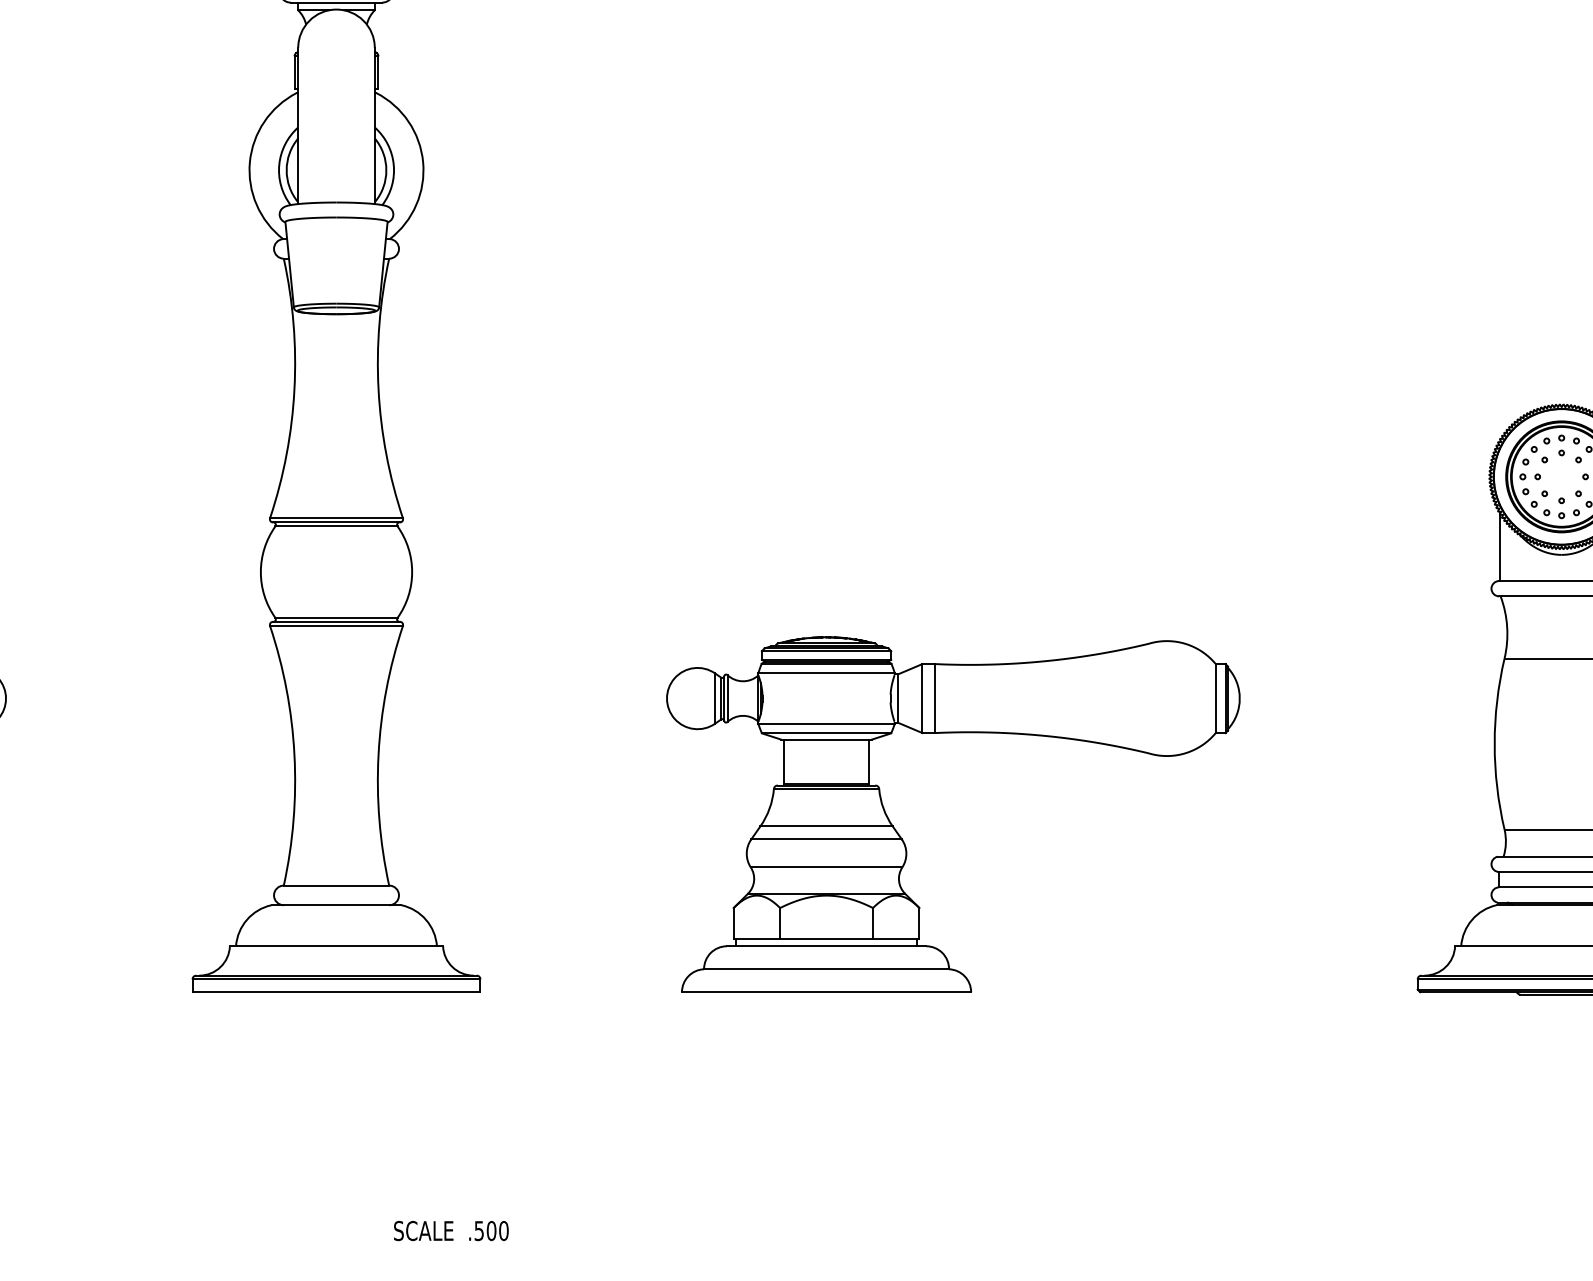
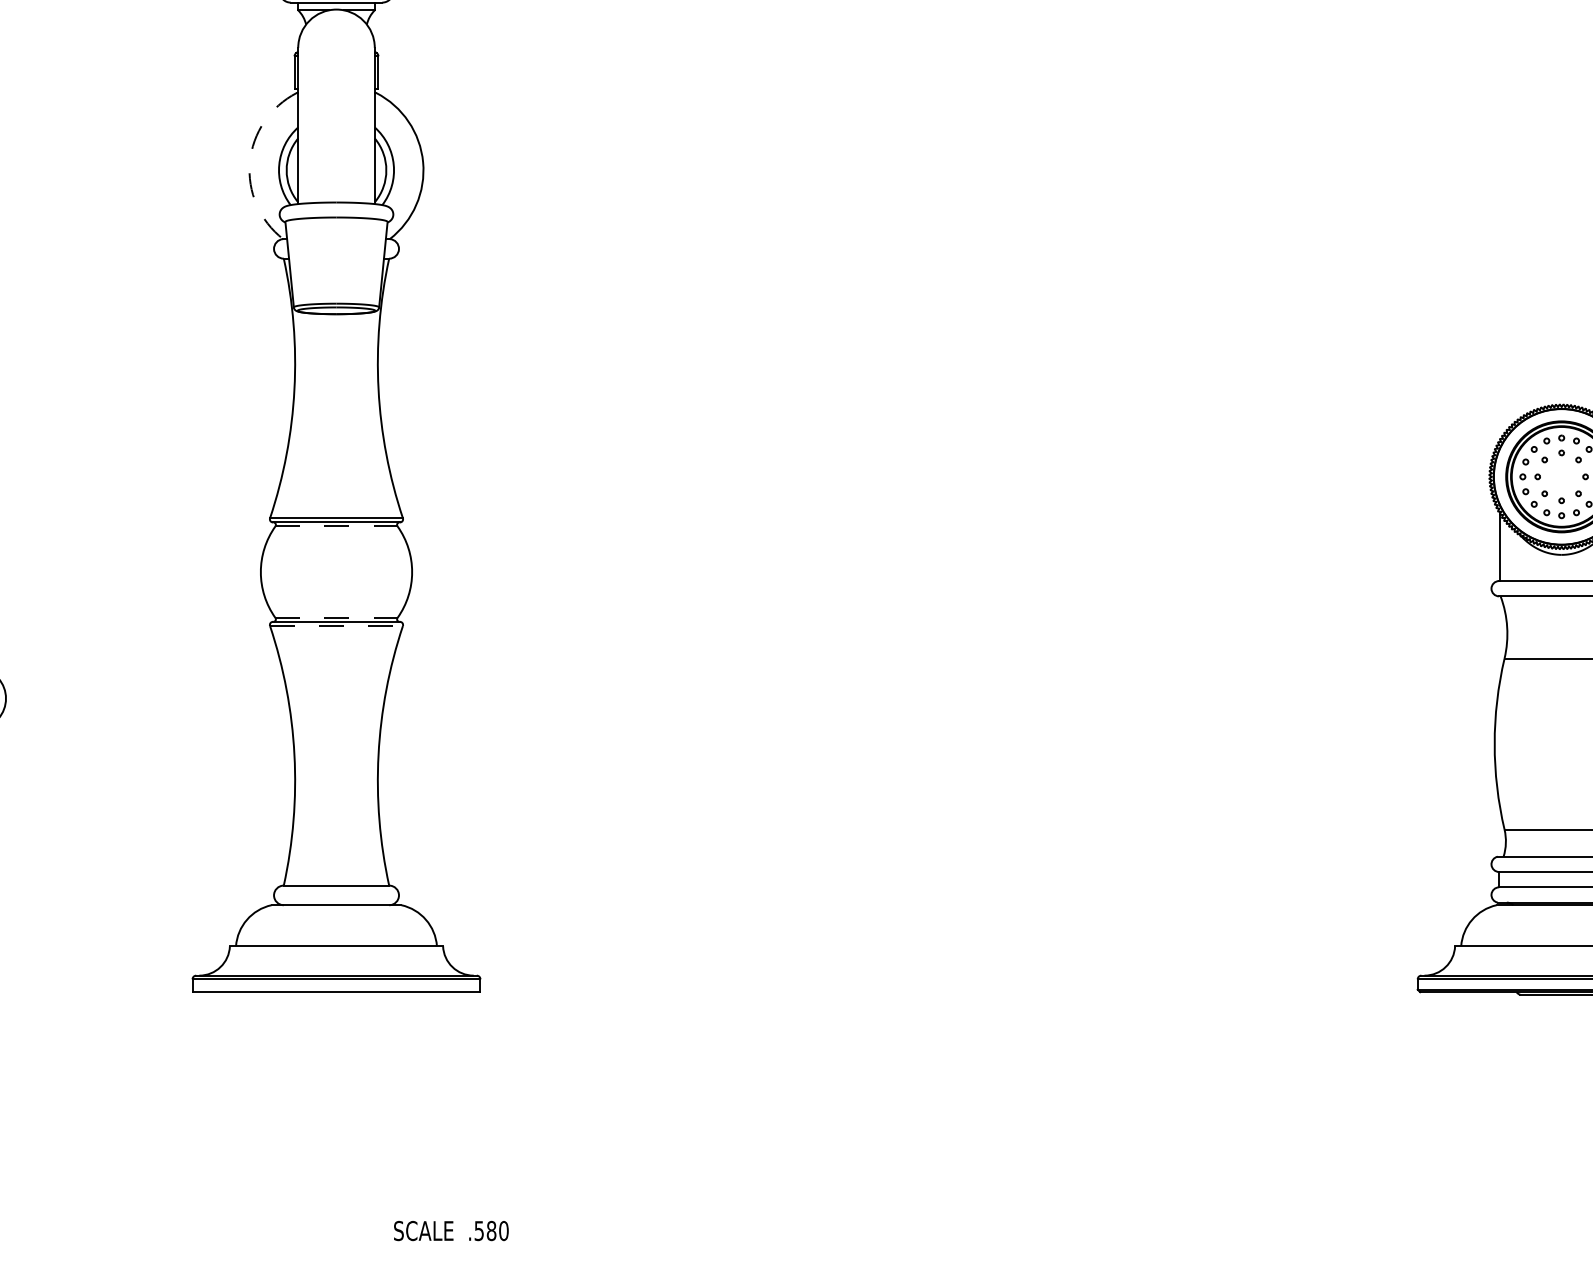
arc at (249, 162): solid -> dashed
line at (337, 526): solid -> dashed
line at (337, 617): solid -> dashed
line at (337, 626): solid -> dashed
part at (903, 839): present -> none
text at (491, 1230): .500 -> .580
